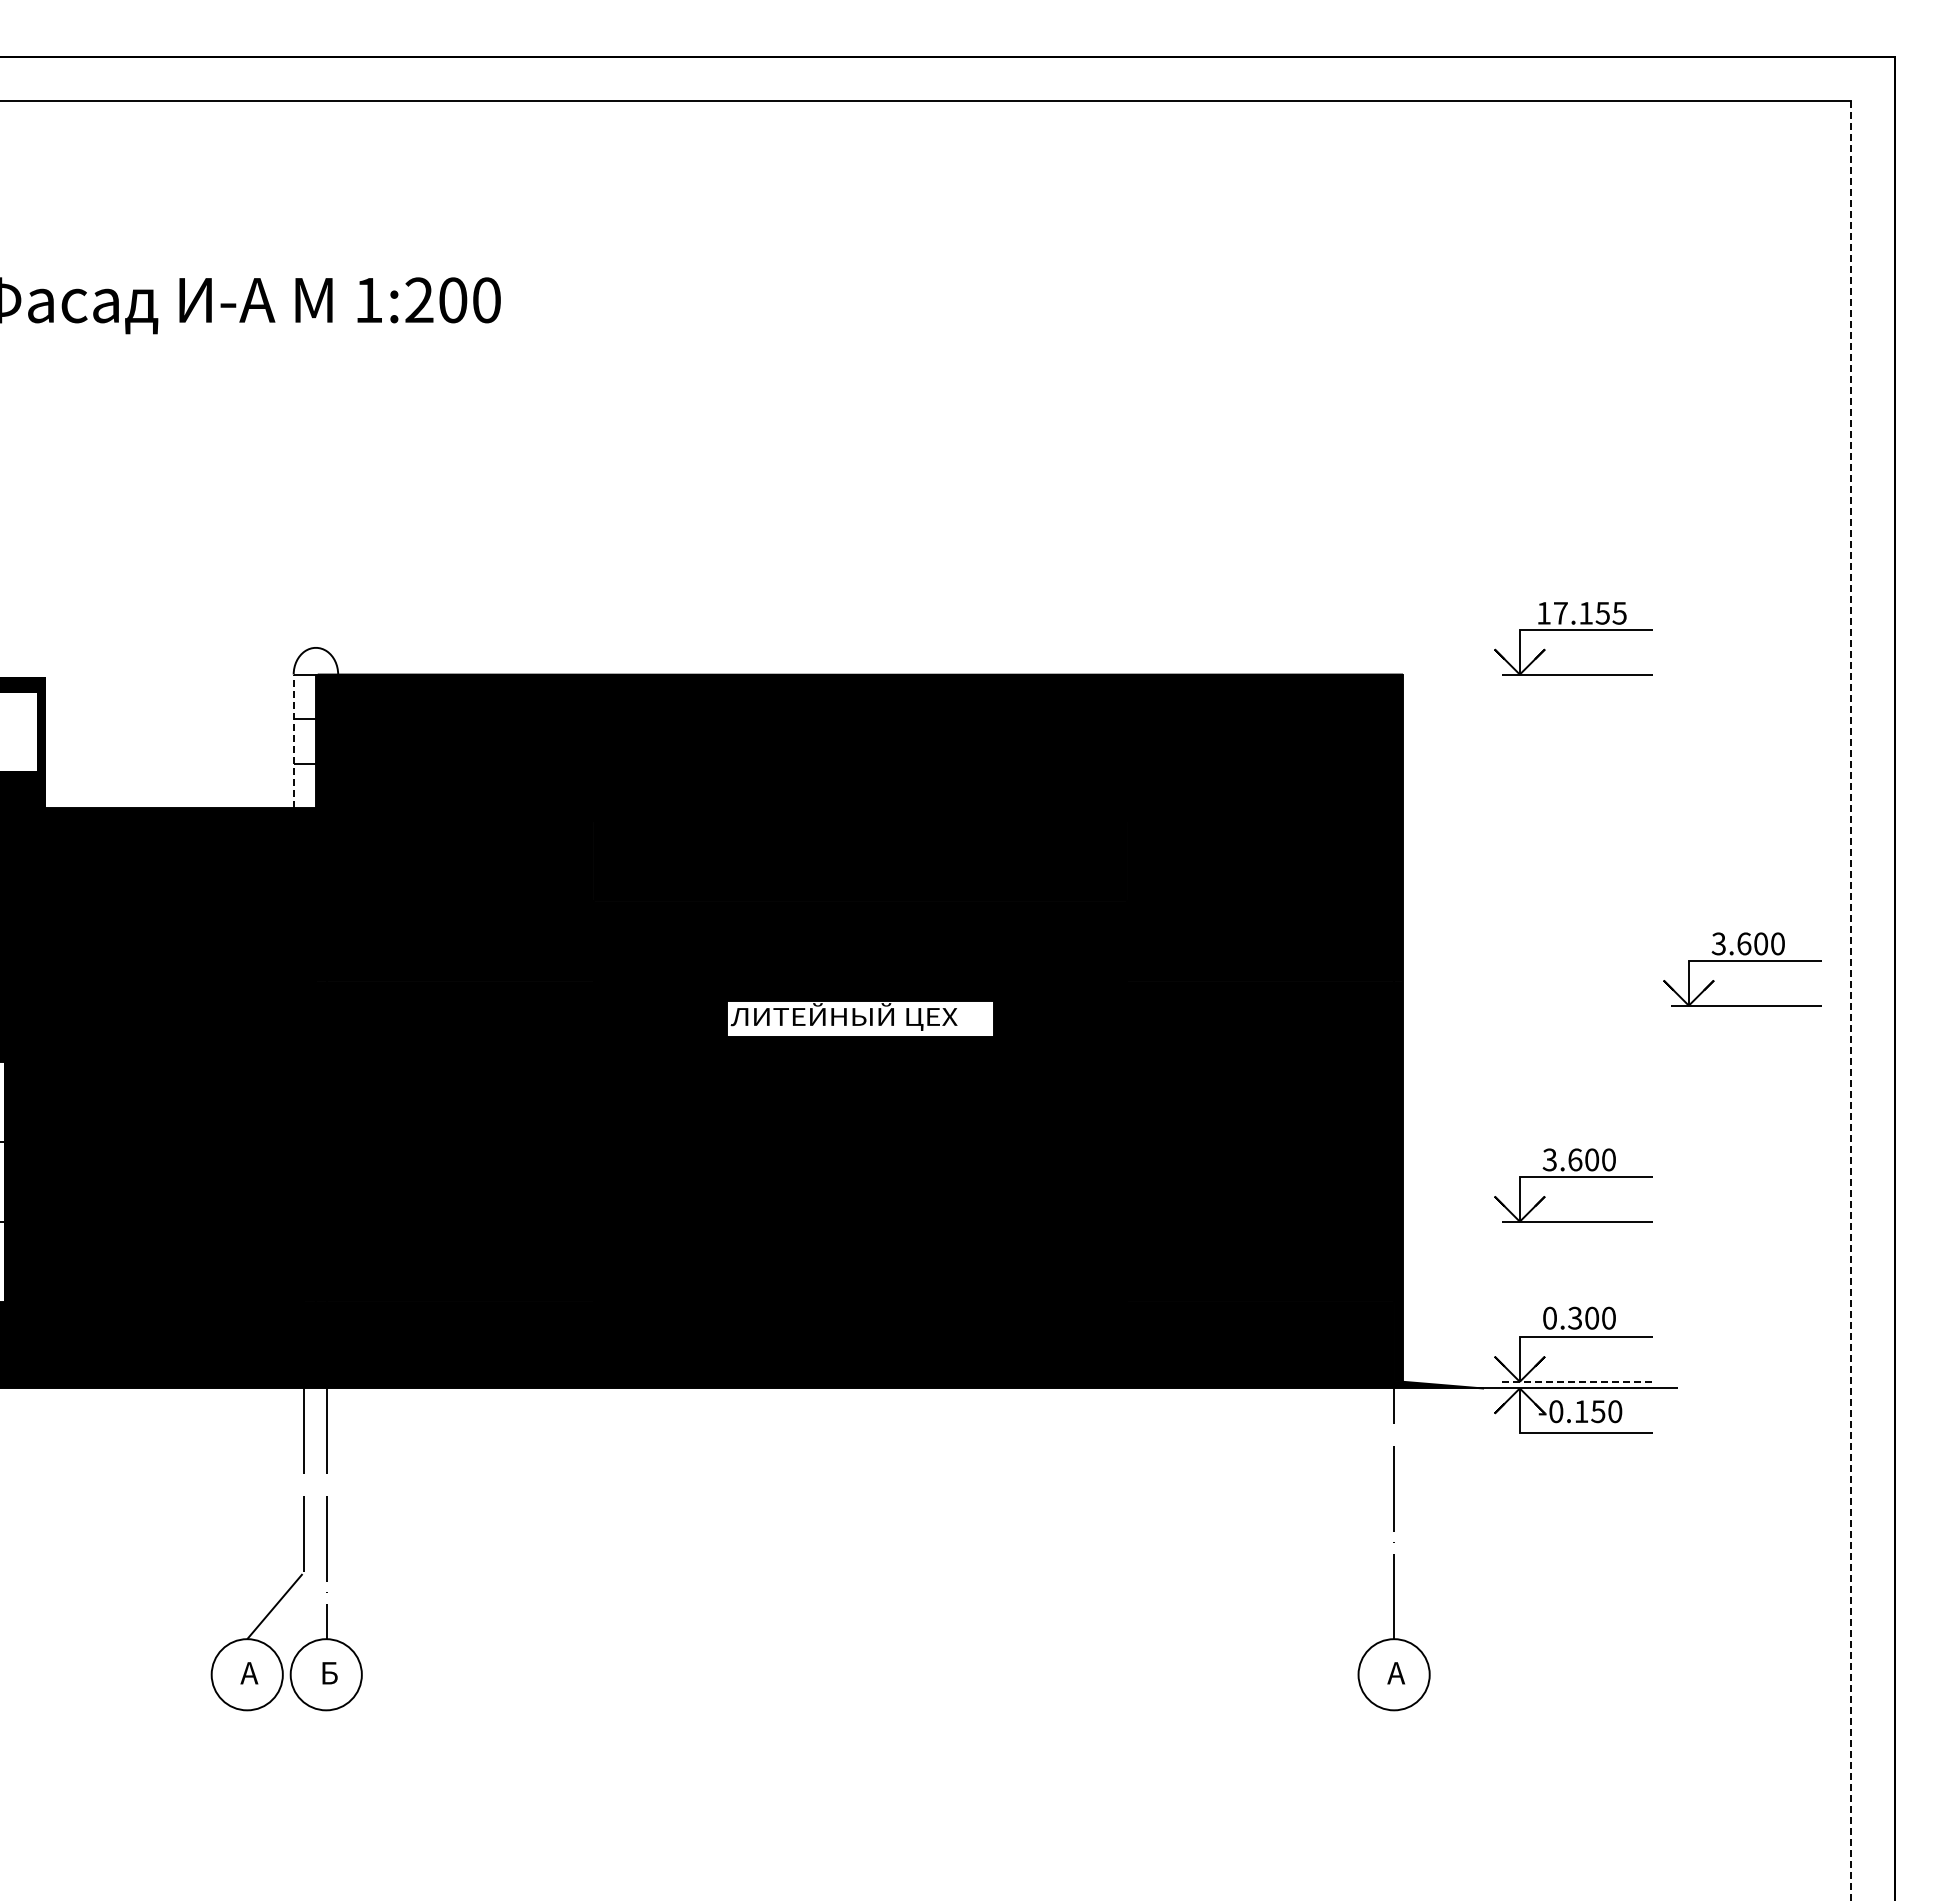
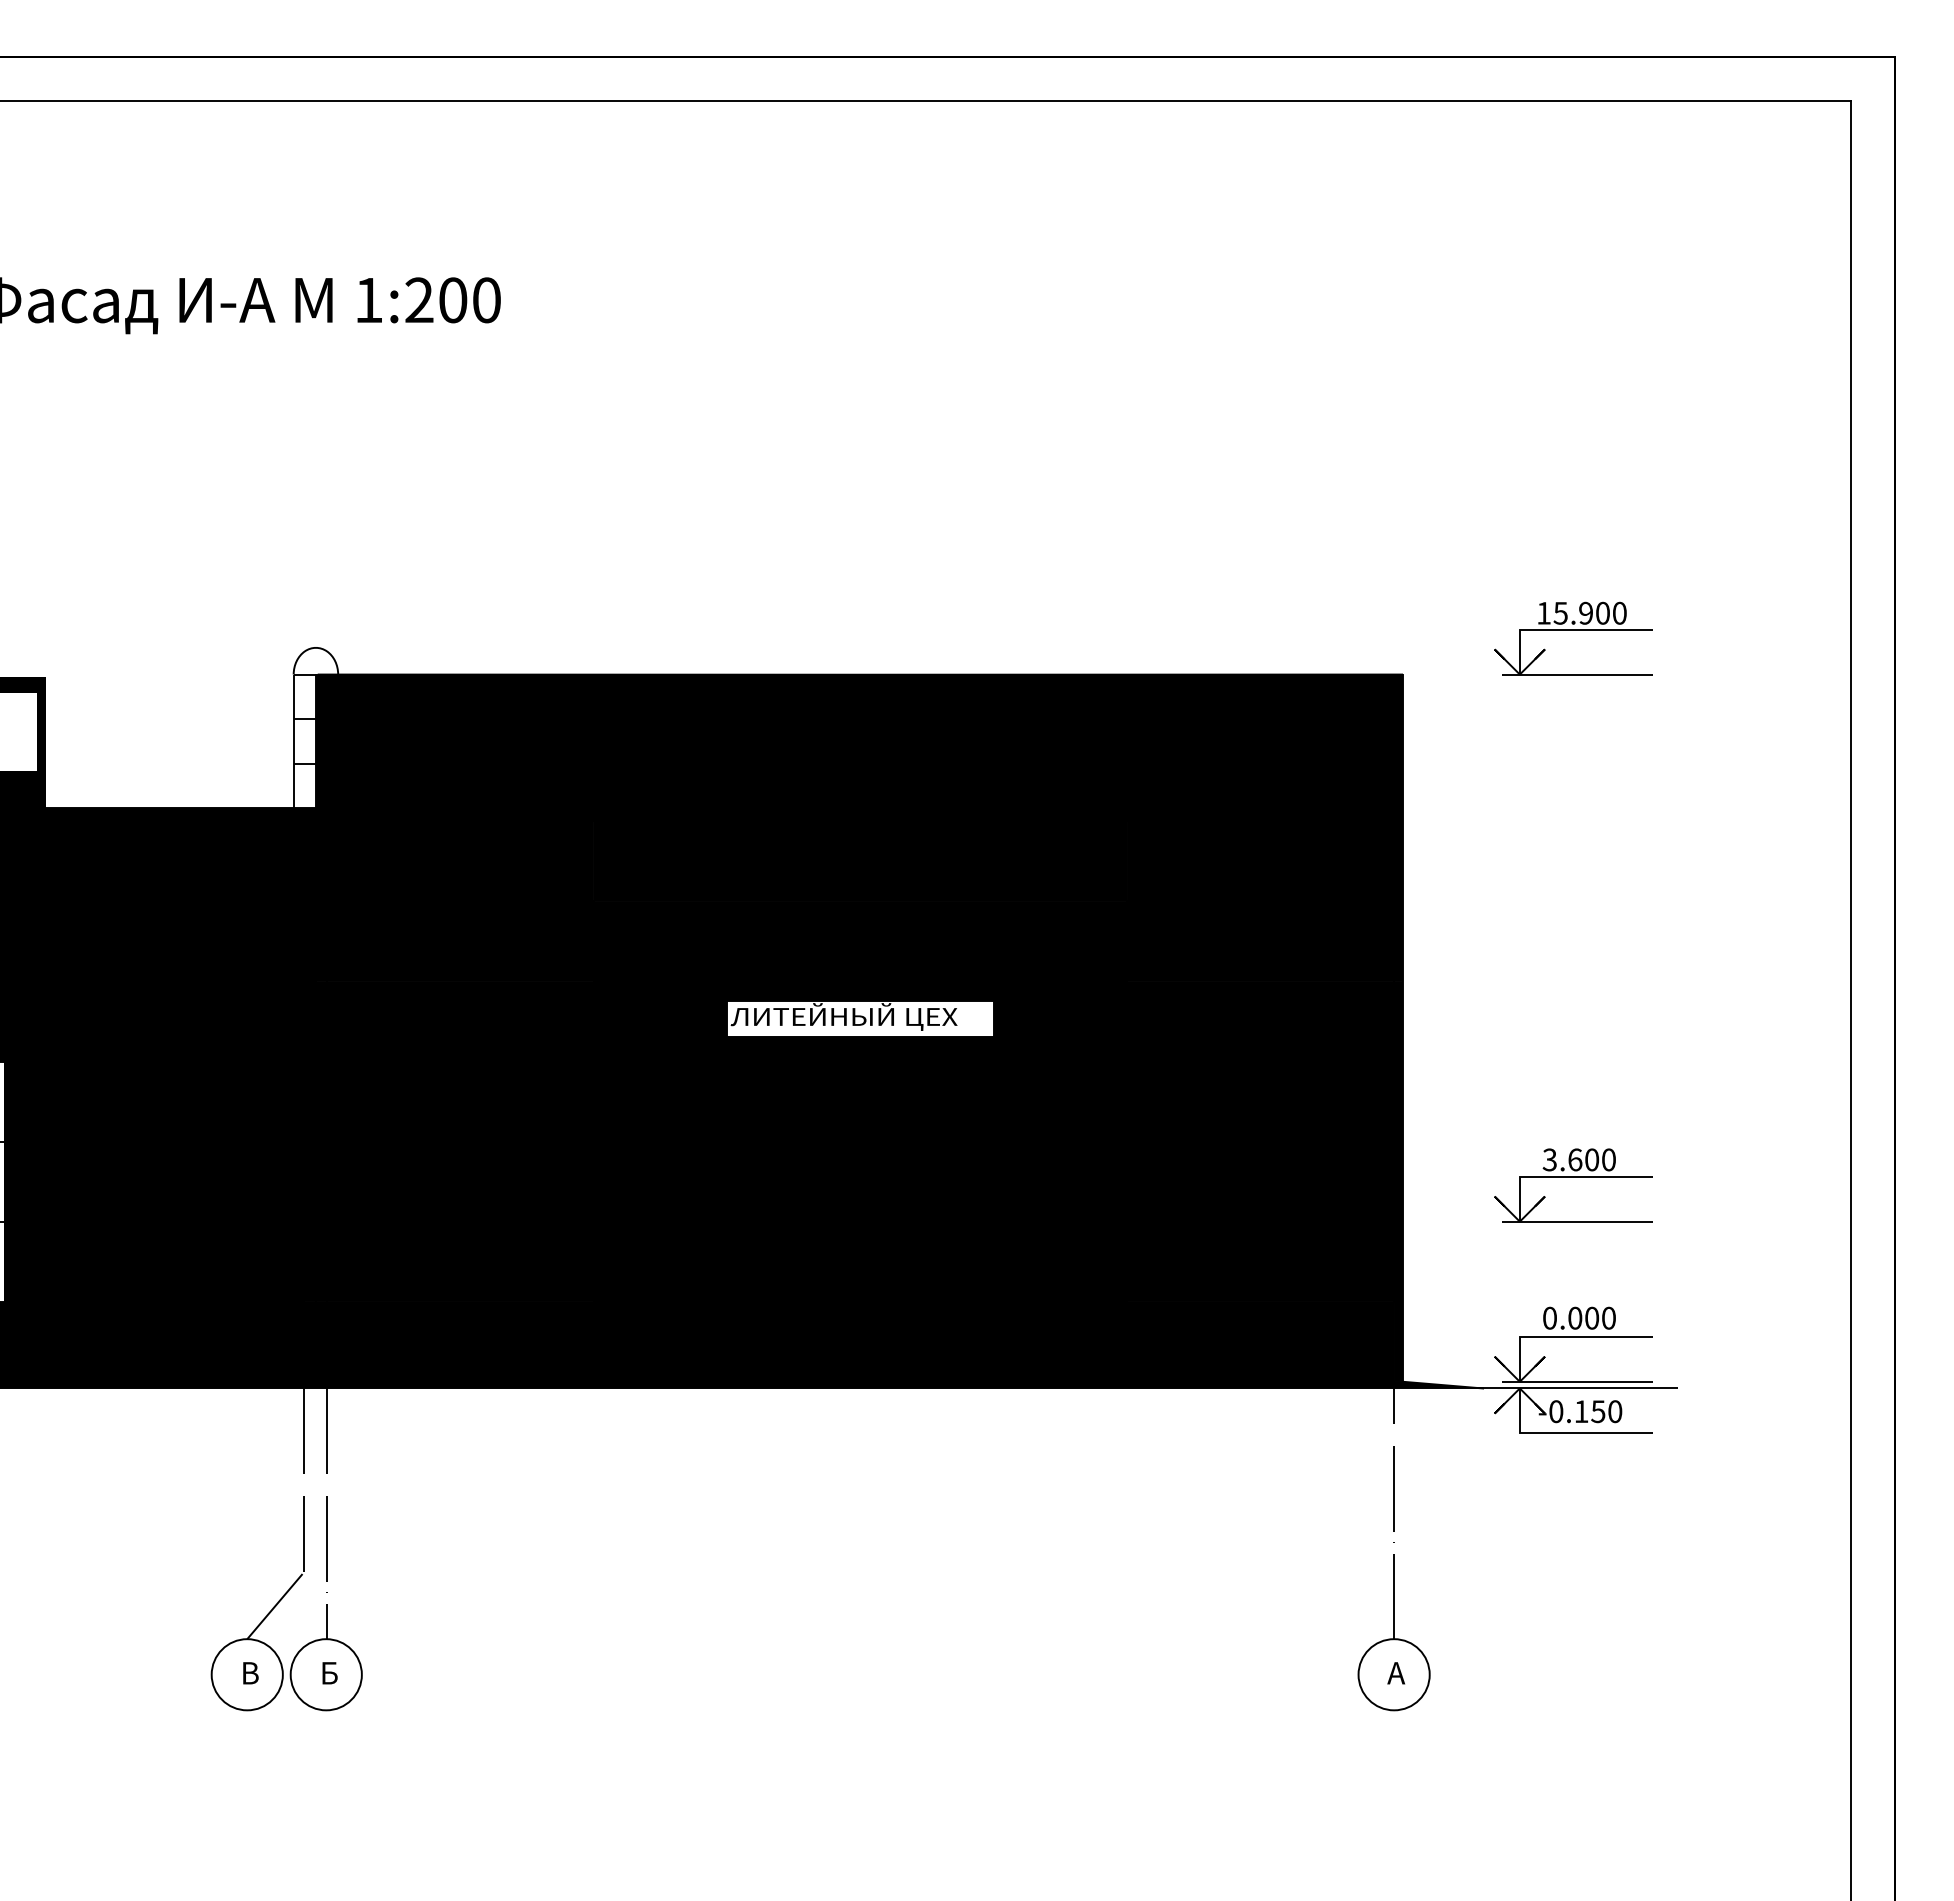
text at (1589, 612): 17.155 -> 15.900
line at (293, 741): dashed -> solid
part at (1742, 961): present -> none
line at (1850, 1001): dashed -> solid
text at (1575, 1317): 0.300 -> 0.000
line at (1577, 1381): dashed -> solid
text at (249, 1673): А -> В
